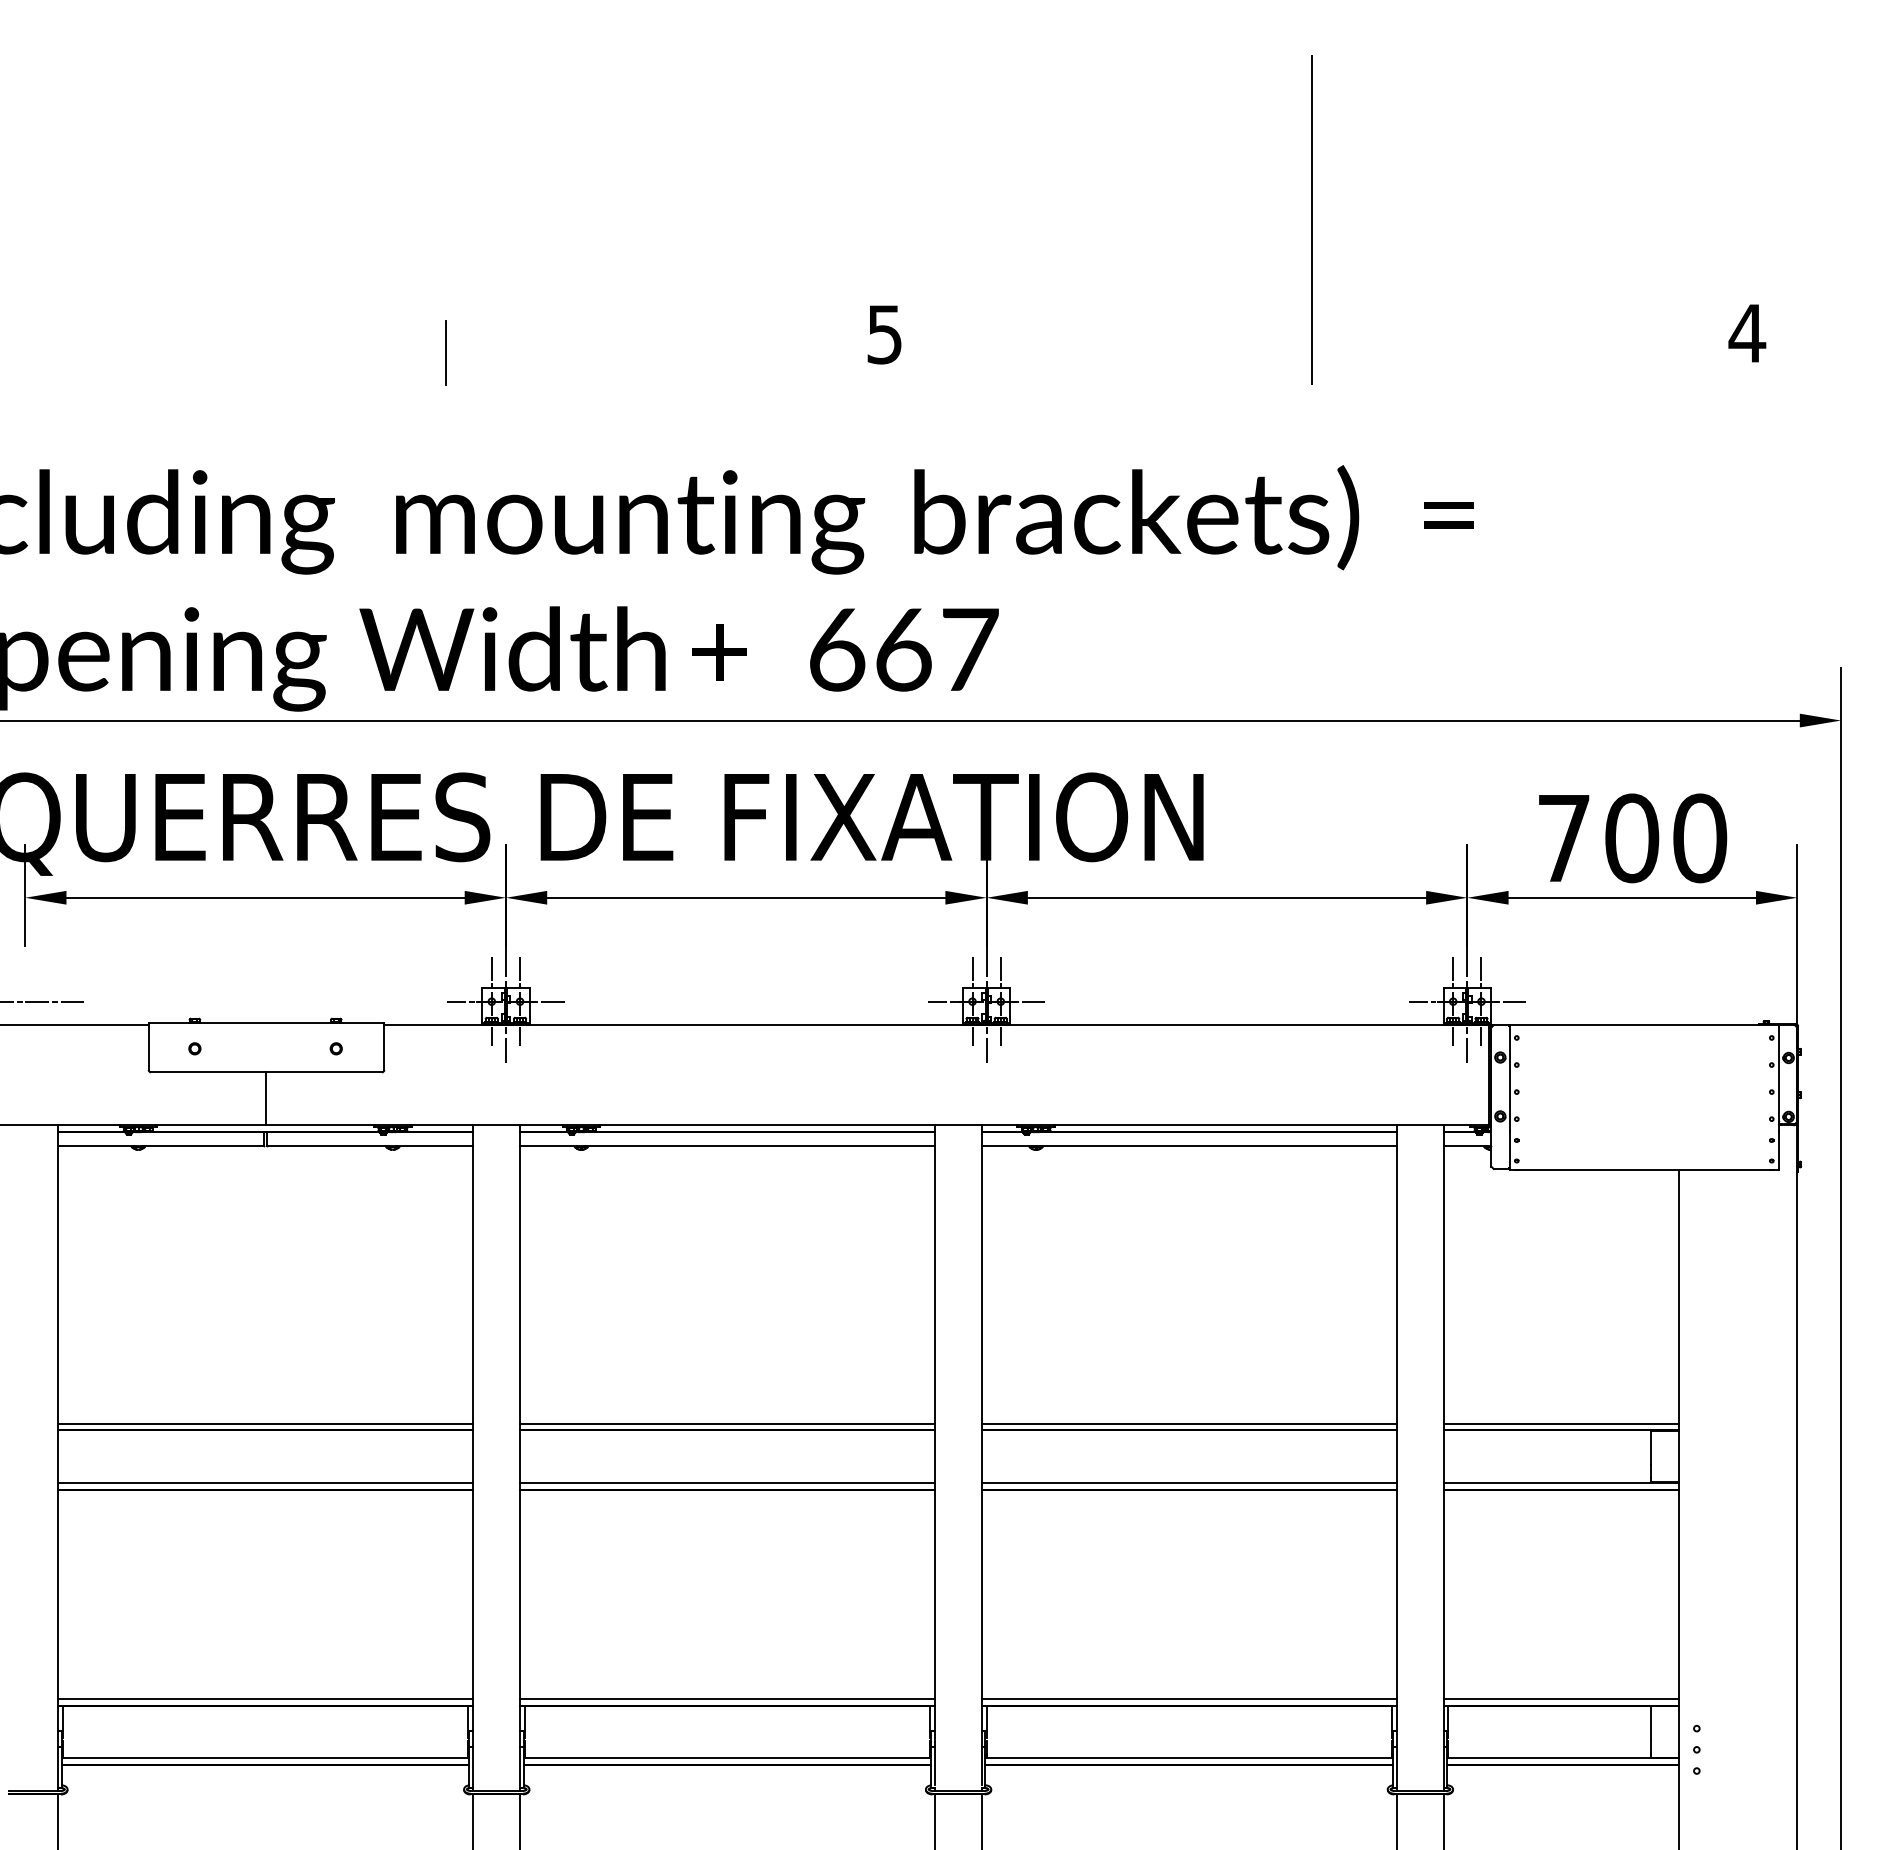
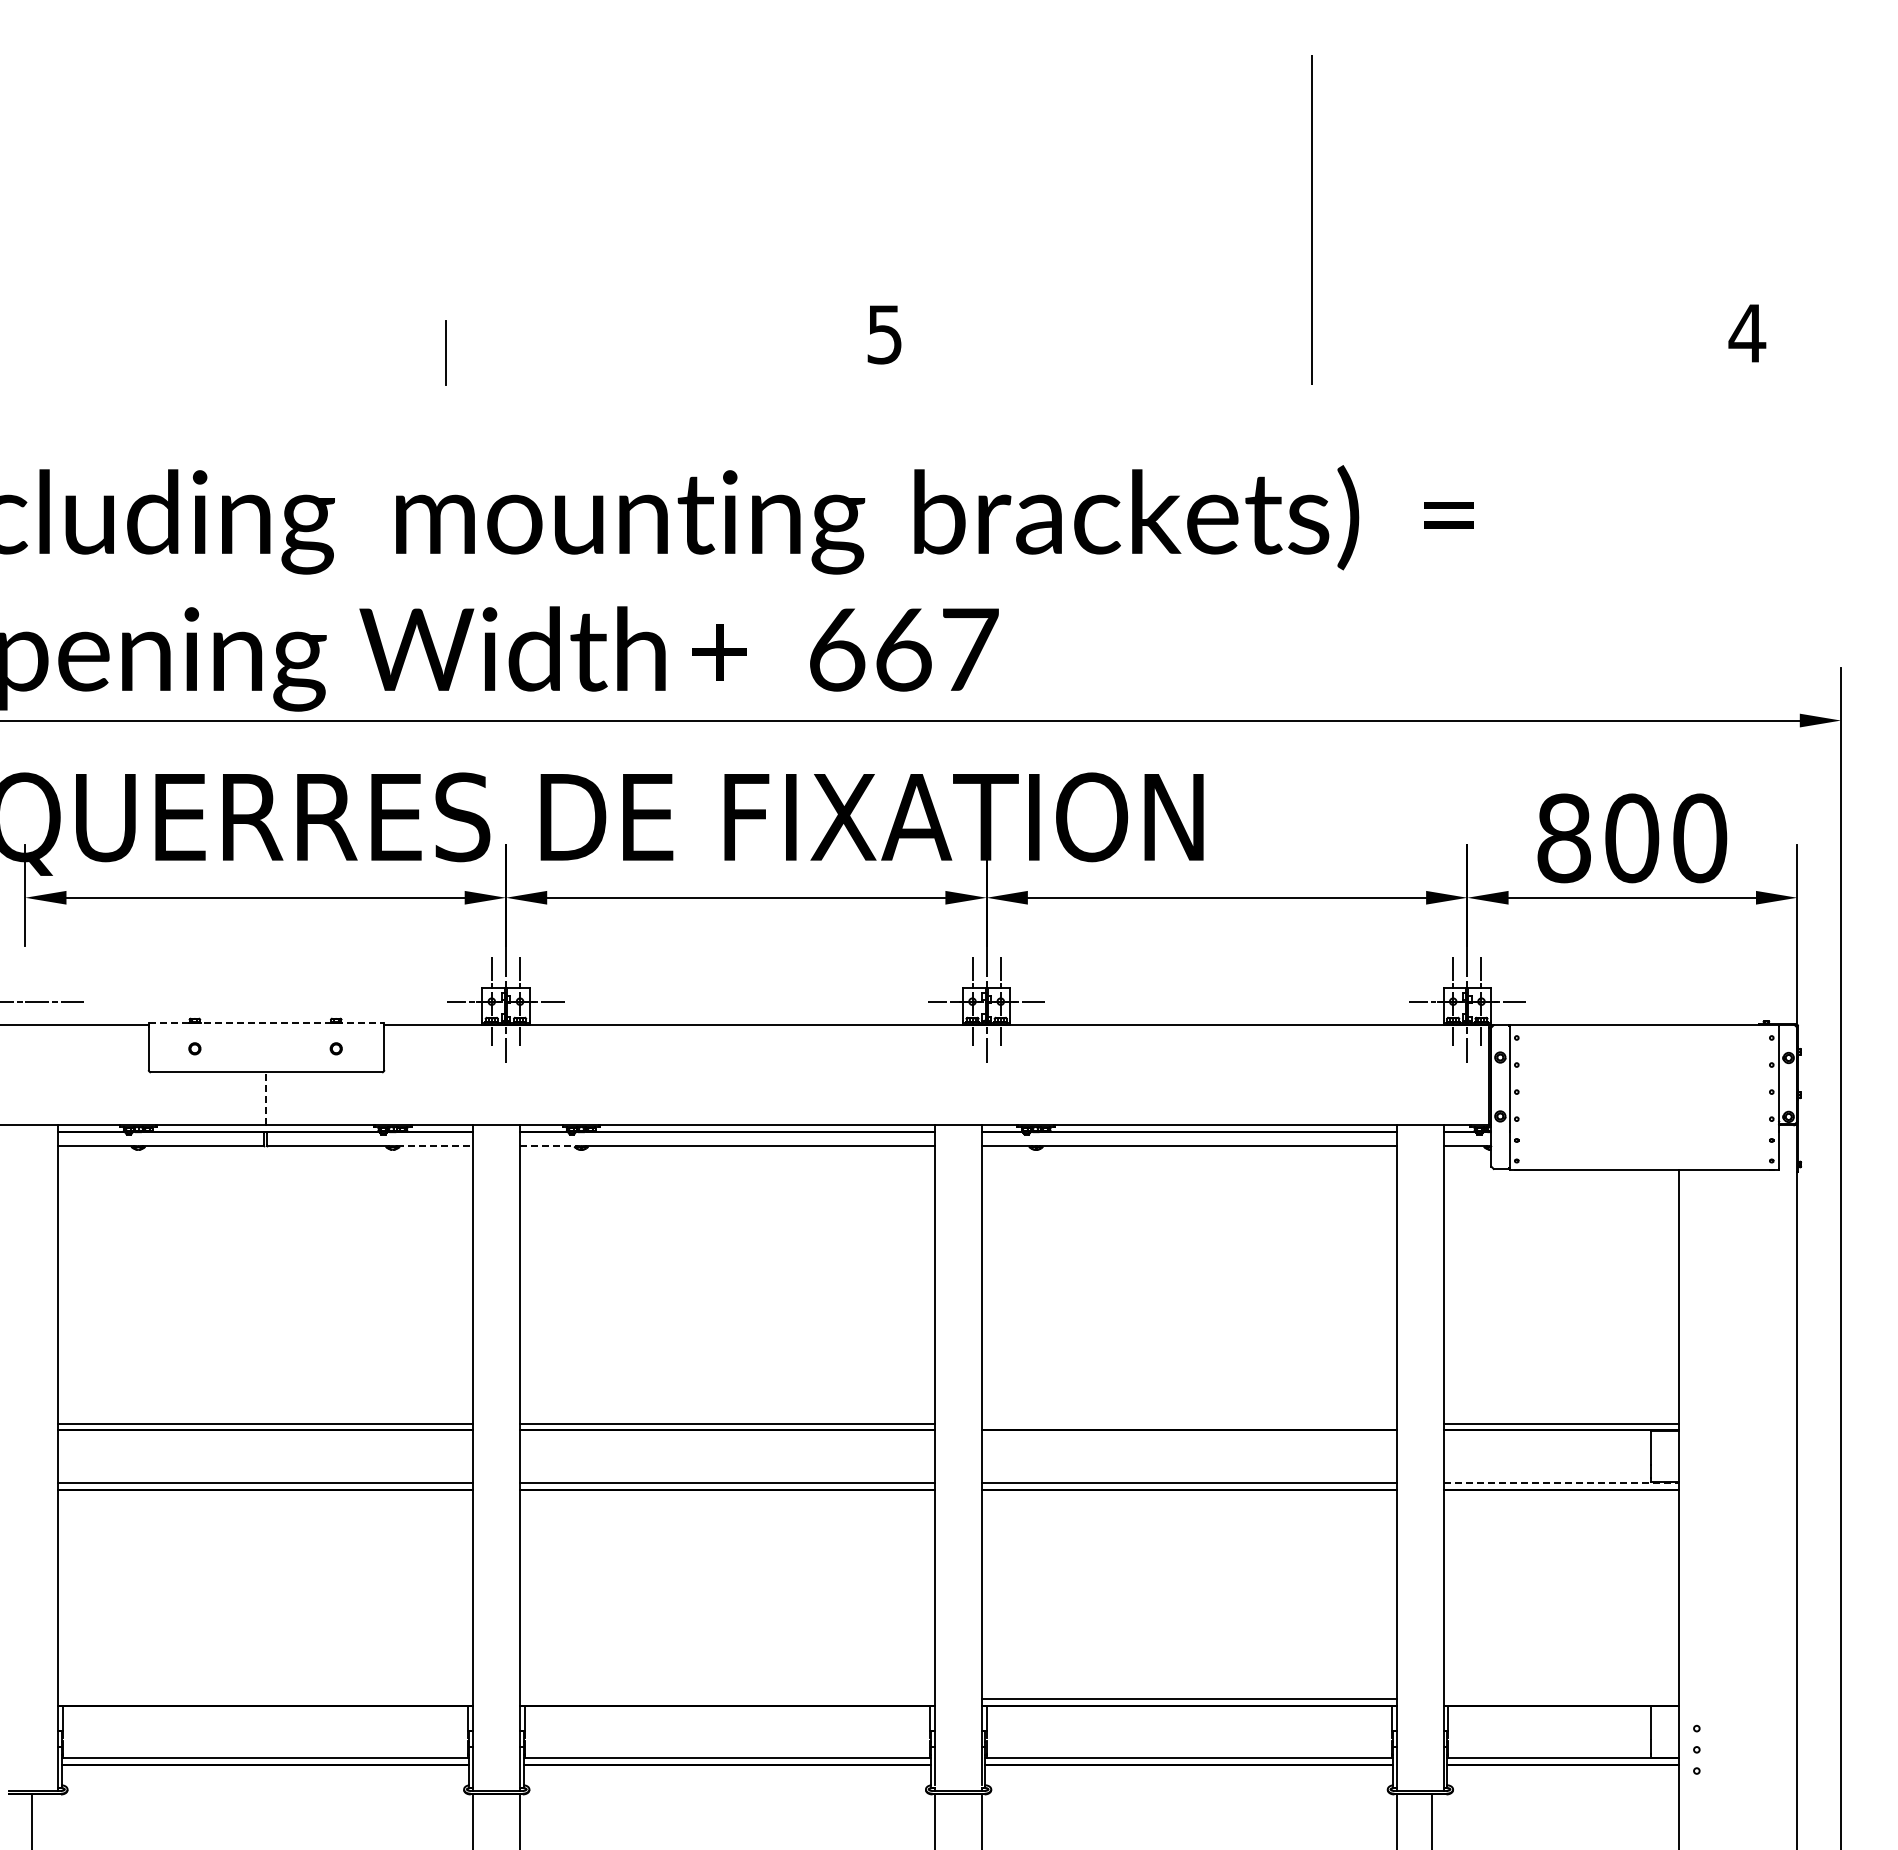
text at (1563, 838): 700 -> 800
line at (266, 1023): solid -> dashed
line at (265, 1098): solid -> dashed
line at (435, 1146): solid -> dashed
line at (548, 1146): solid -> dashed
line at (1188, 1423): present -> none
line at (1561, 1482): solid -> dashed
line at (265, 1699): present -> none
line at (727, 1699): present -> none
line at (1561, 1699): present -> none
line at (58, 1820) position: (58, 1820) -> (32, 1820)
line at (1443, 1820) position: (1443, 1820) -> (1431, 1820)
